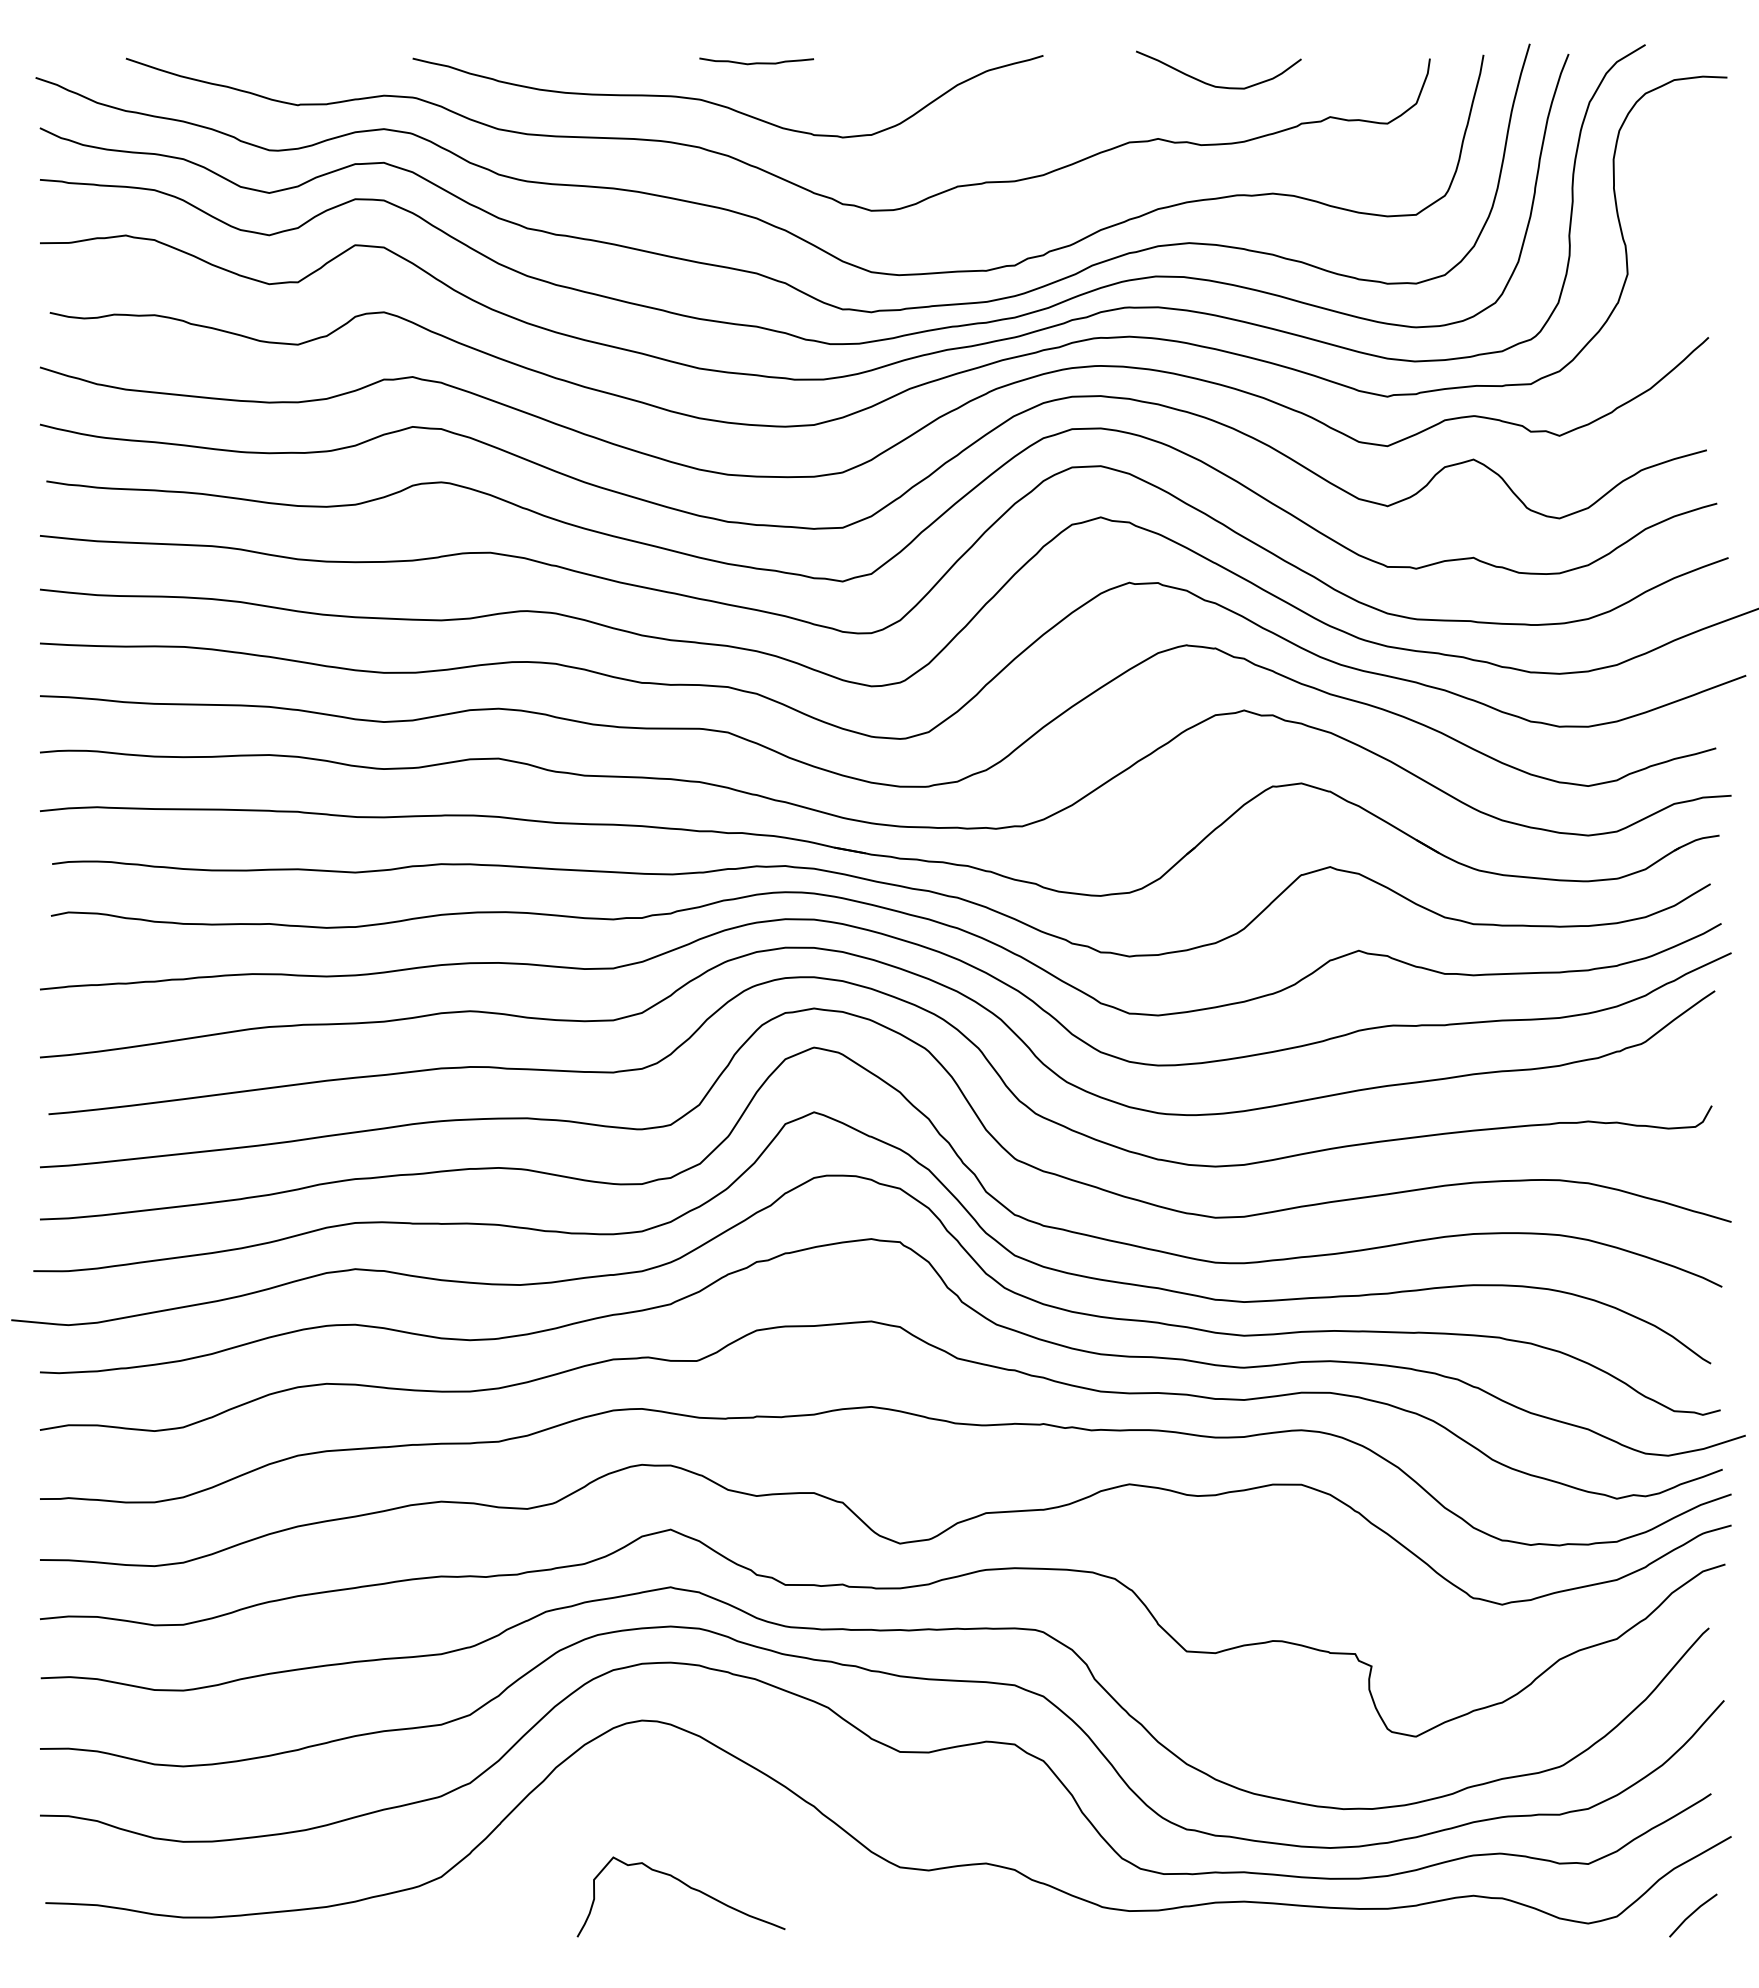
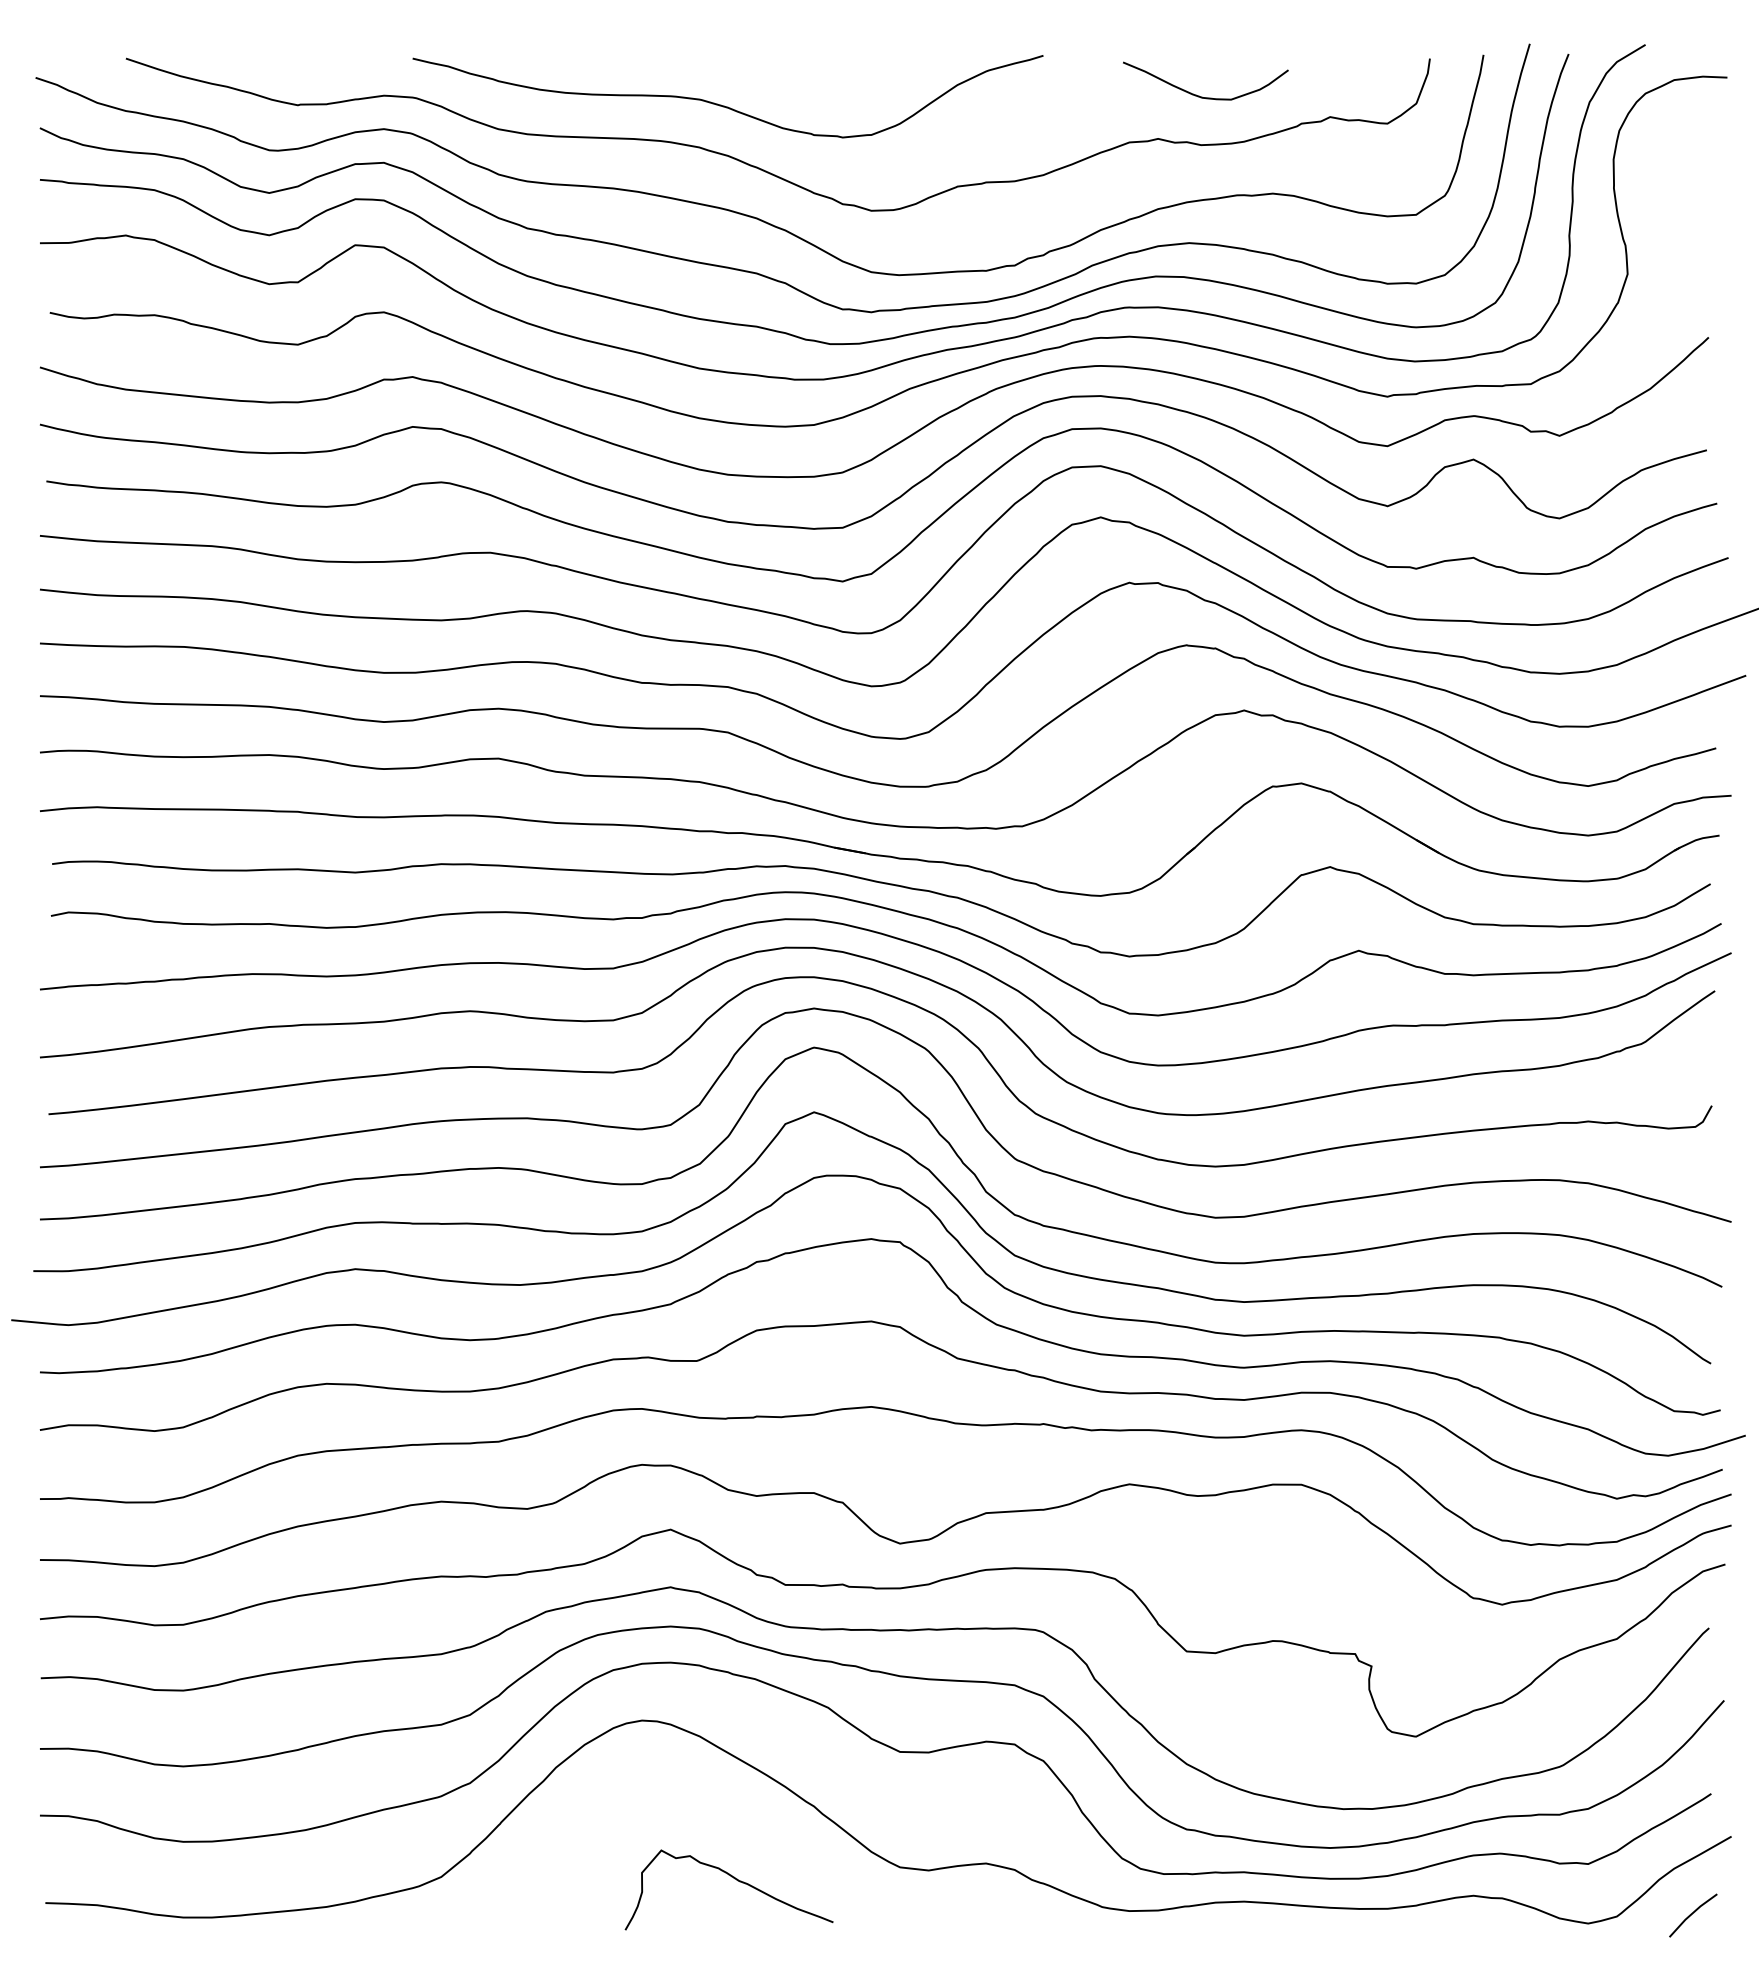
curve at (756, 62): present -> none
curve at (1212, 84) position: (1212, 84) -> (1199, 95)
curve at (686, 1886) position: (686, 1886) -> (734, 1879)
